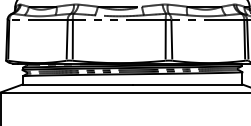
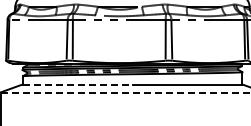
line at (77, 84): solid -> dashed
line at (125, 92): solid -> dashed
